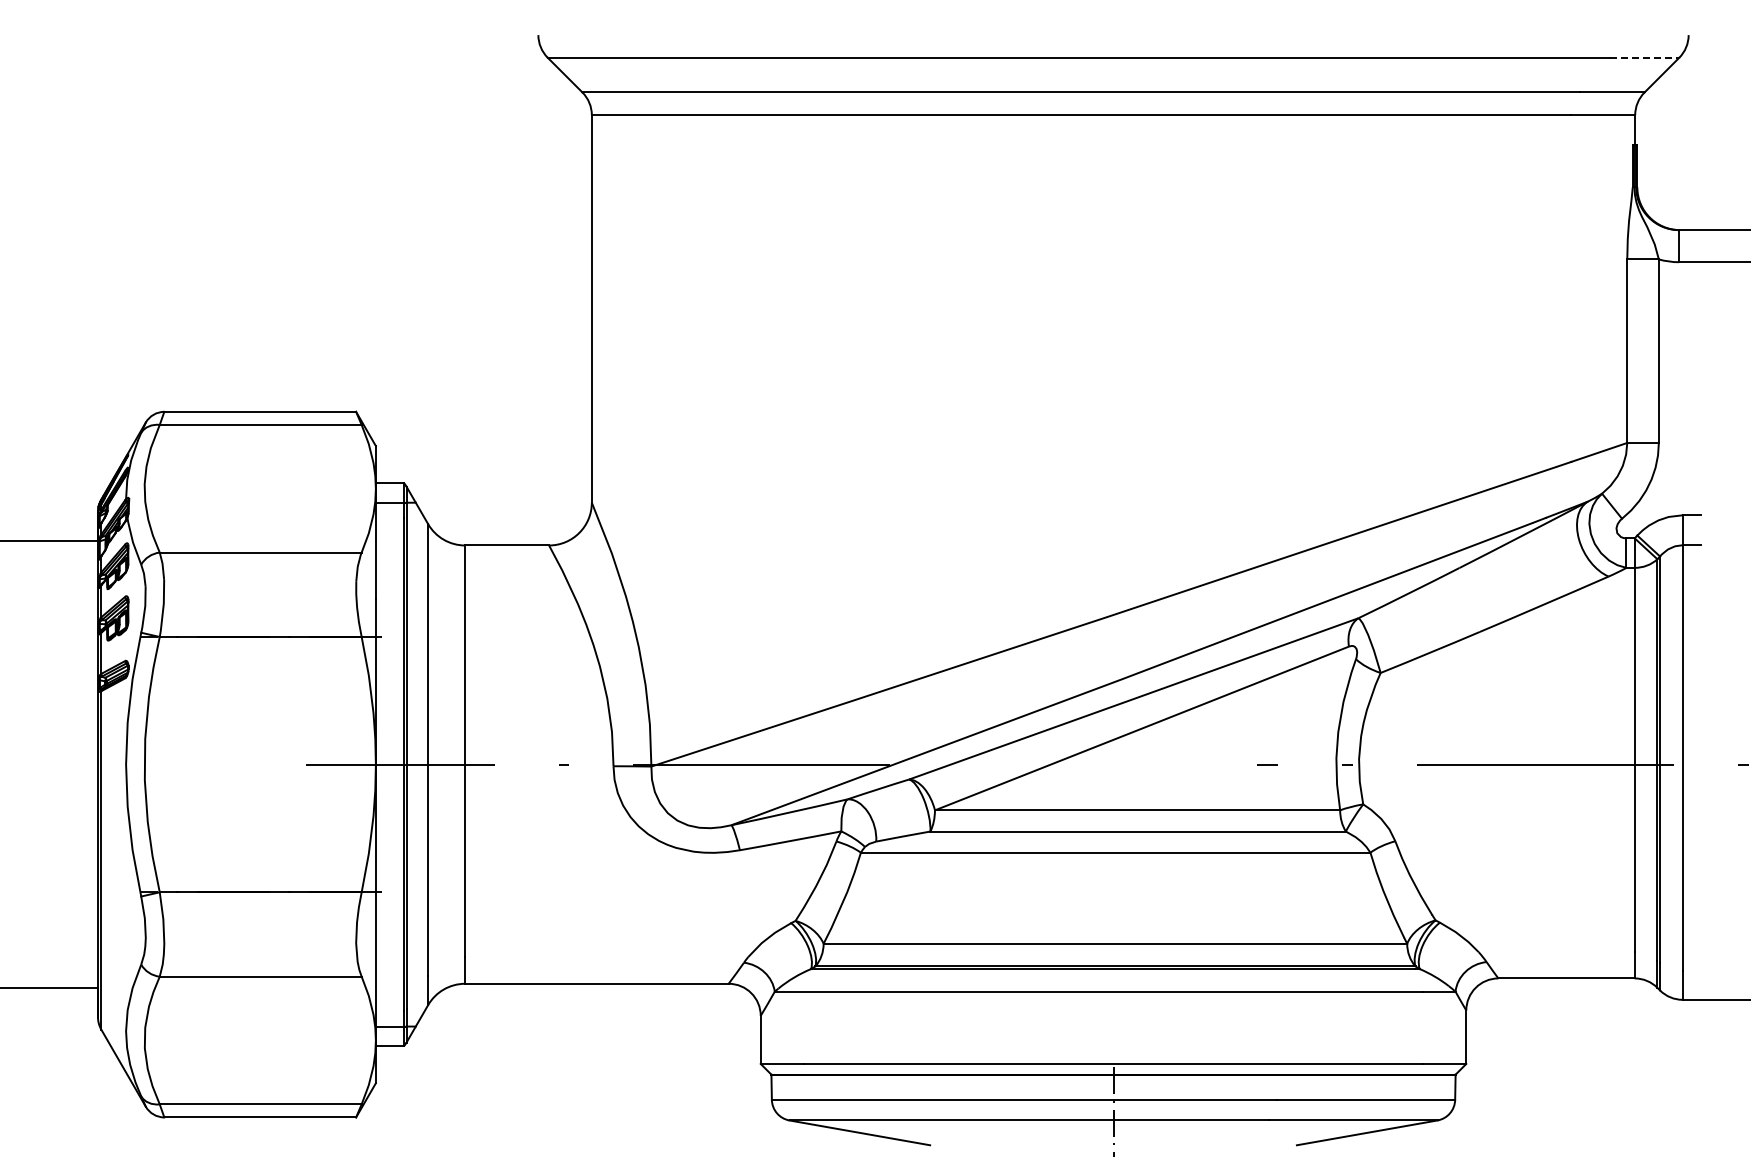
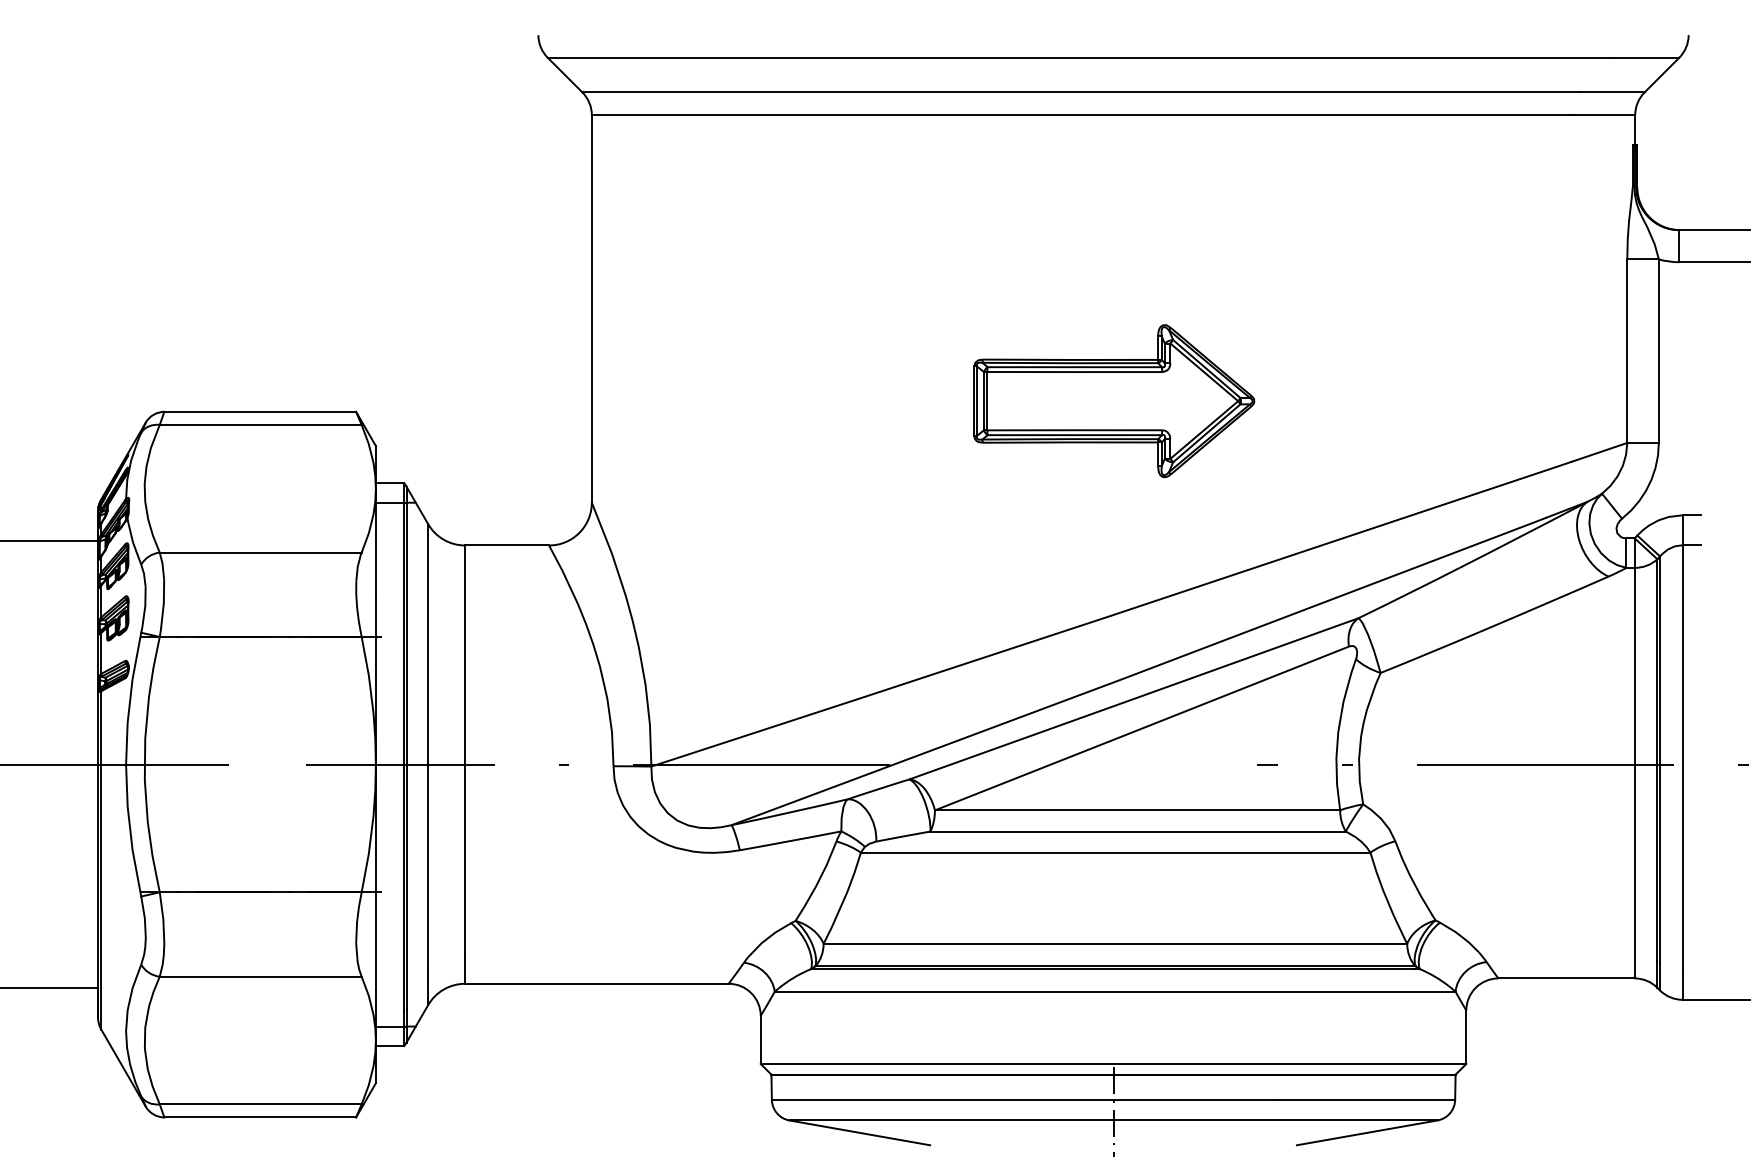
line at (1644, 57): dashed -> solid
part at (1114, 401): none -> present
line at (115, 764): none -> present
